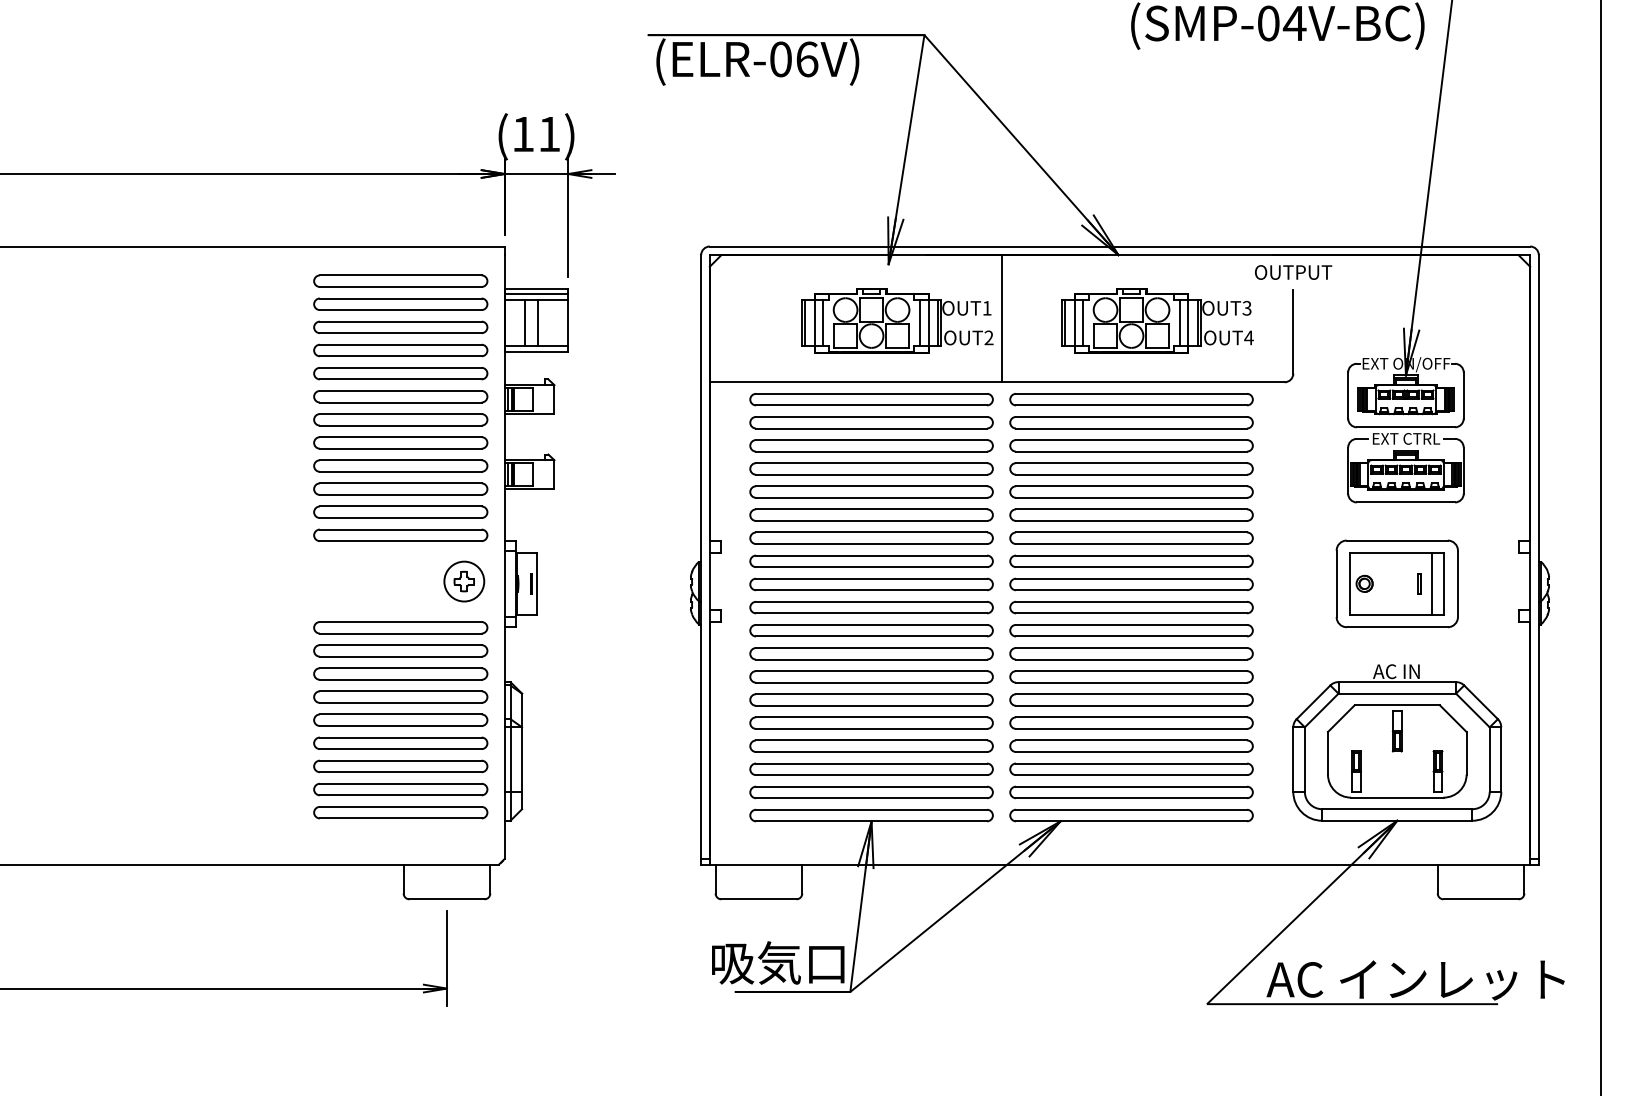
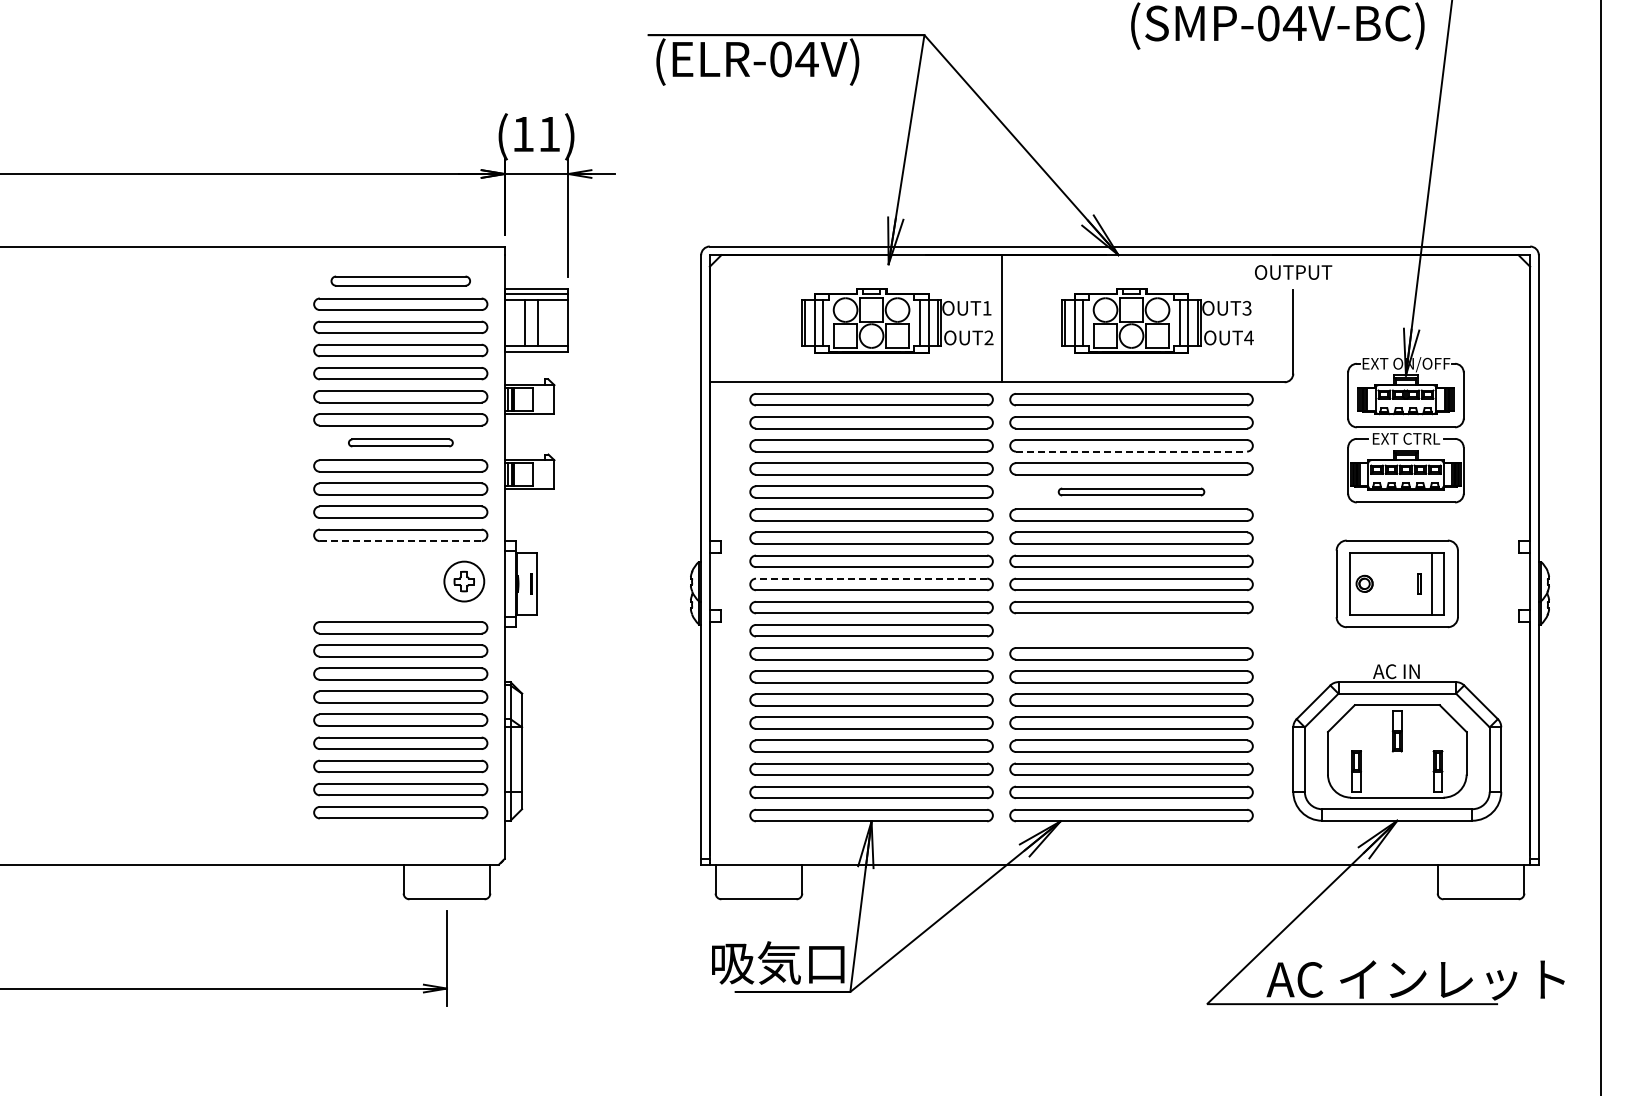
text at (806, 59): (ELR-06V) -> (ELR-04V)
part at (400, 280) size: 176x14 px -> 141x12 px
part at (400, 442) size: 176x14 px -> 106x10 px
line at (1131, 451): solid -> dashed
part at (1131, 491) size: 245x14 px -> 149x10 px
line at (400, 541): solid -> dashed
line at (871, 578): solid -> dashed
part at (1131, 630): present -> none
